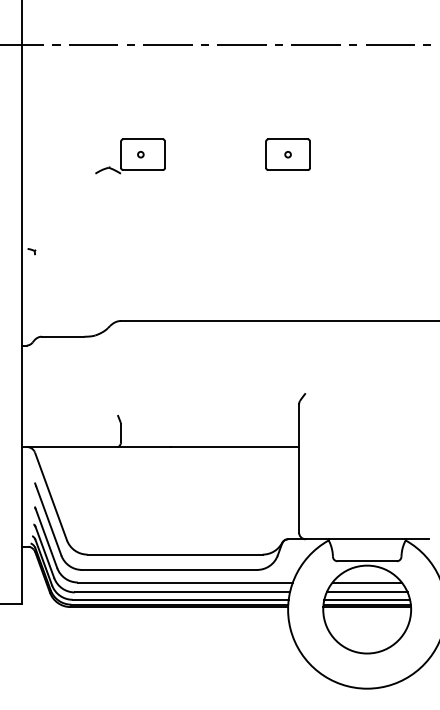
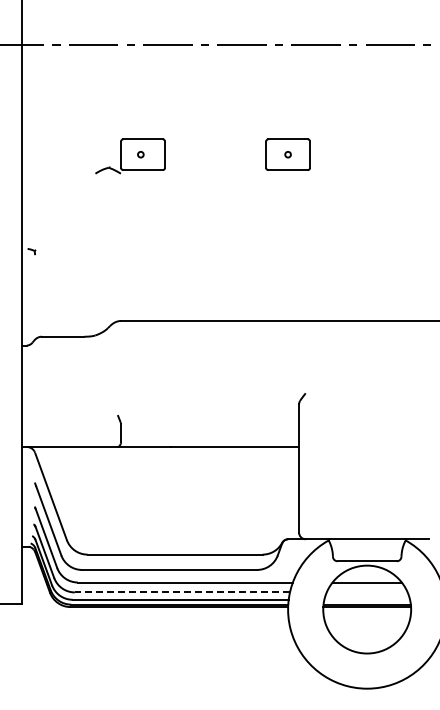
line at (182, 592): solid -> dashed
line at (366, 592): present -> none
line at (367, 599): present -> none
